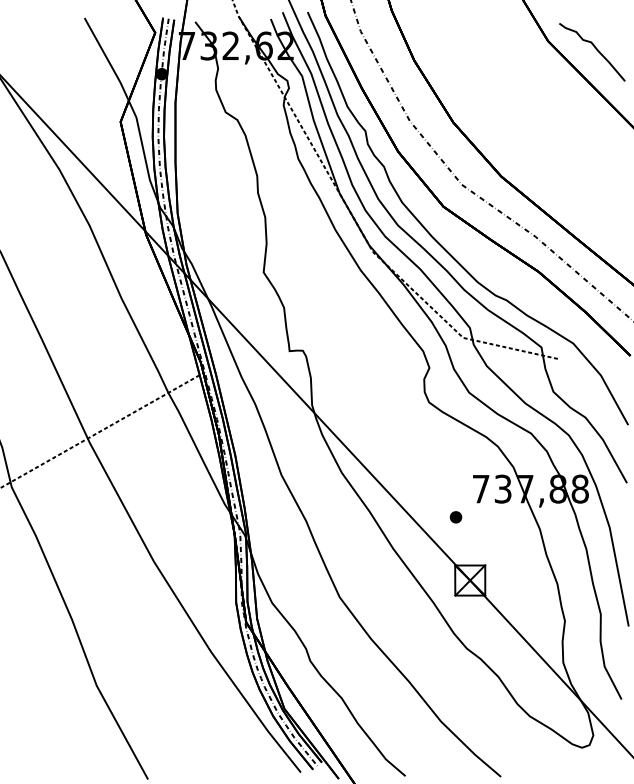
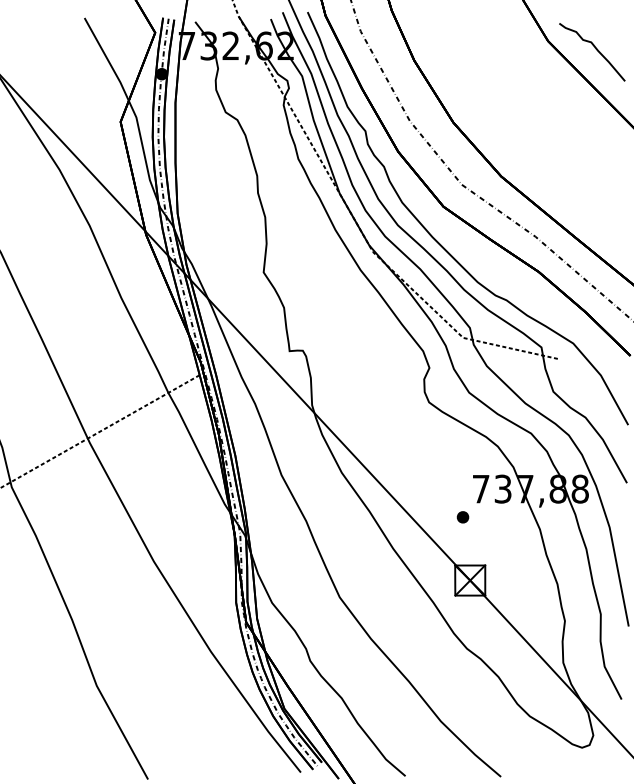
part at (455, 517) position: (455, 517) -> (462, 517)
